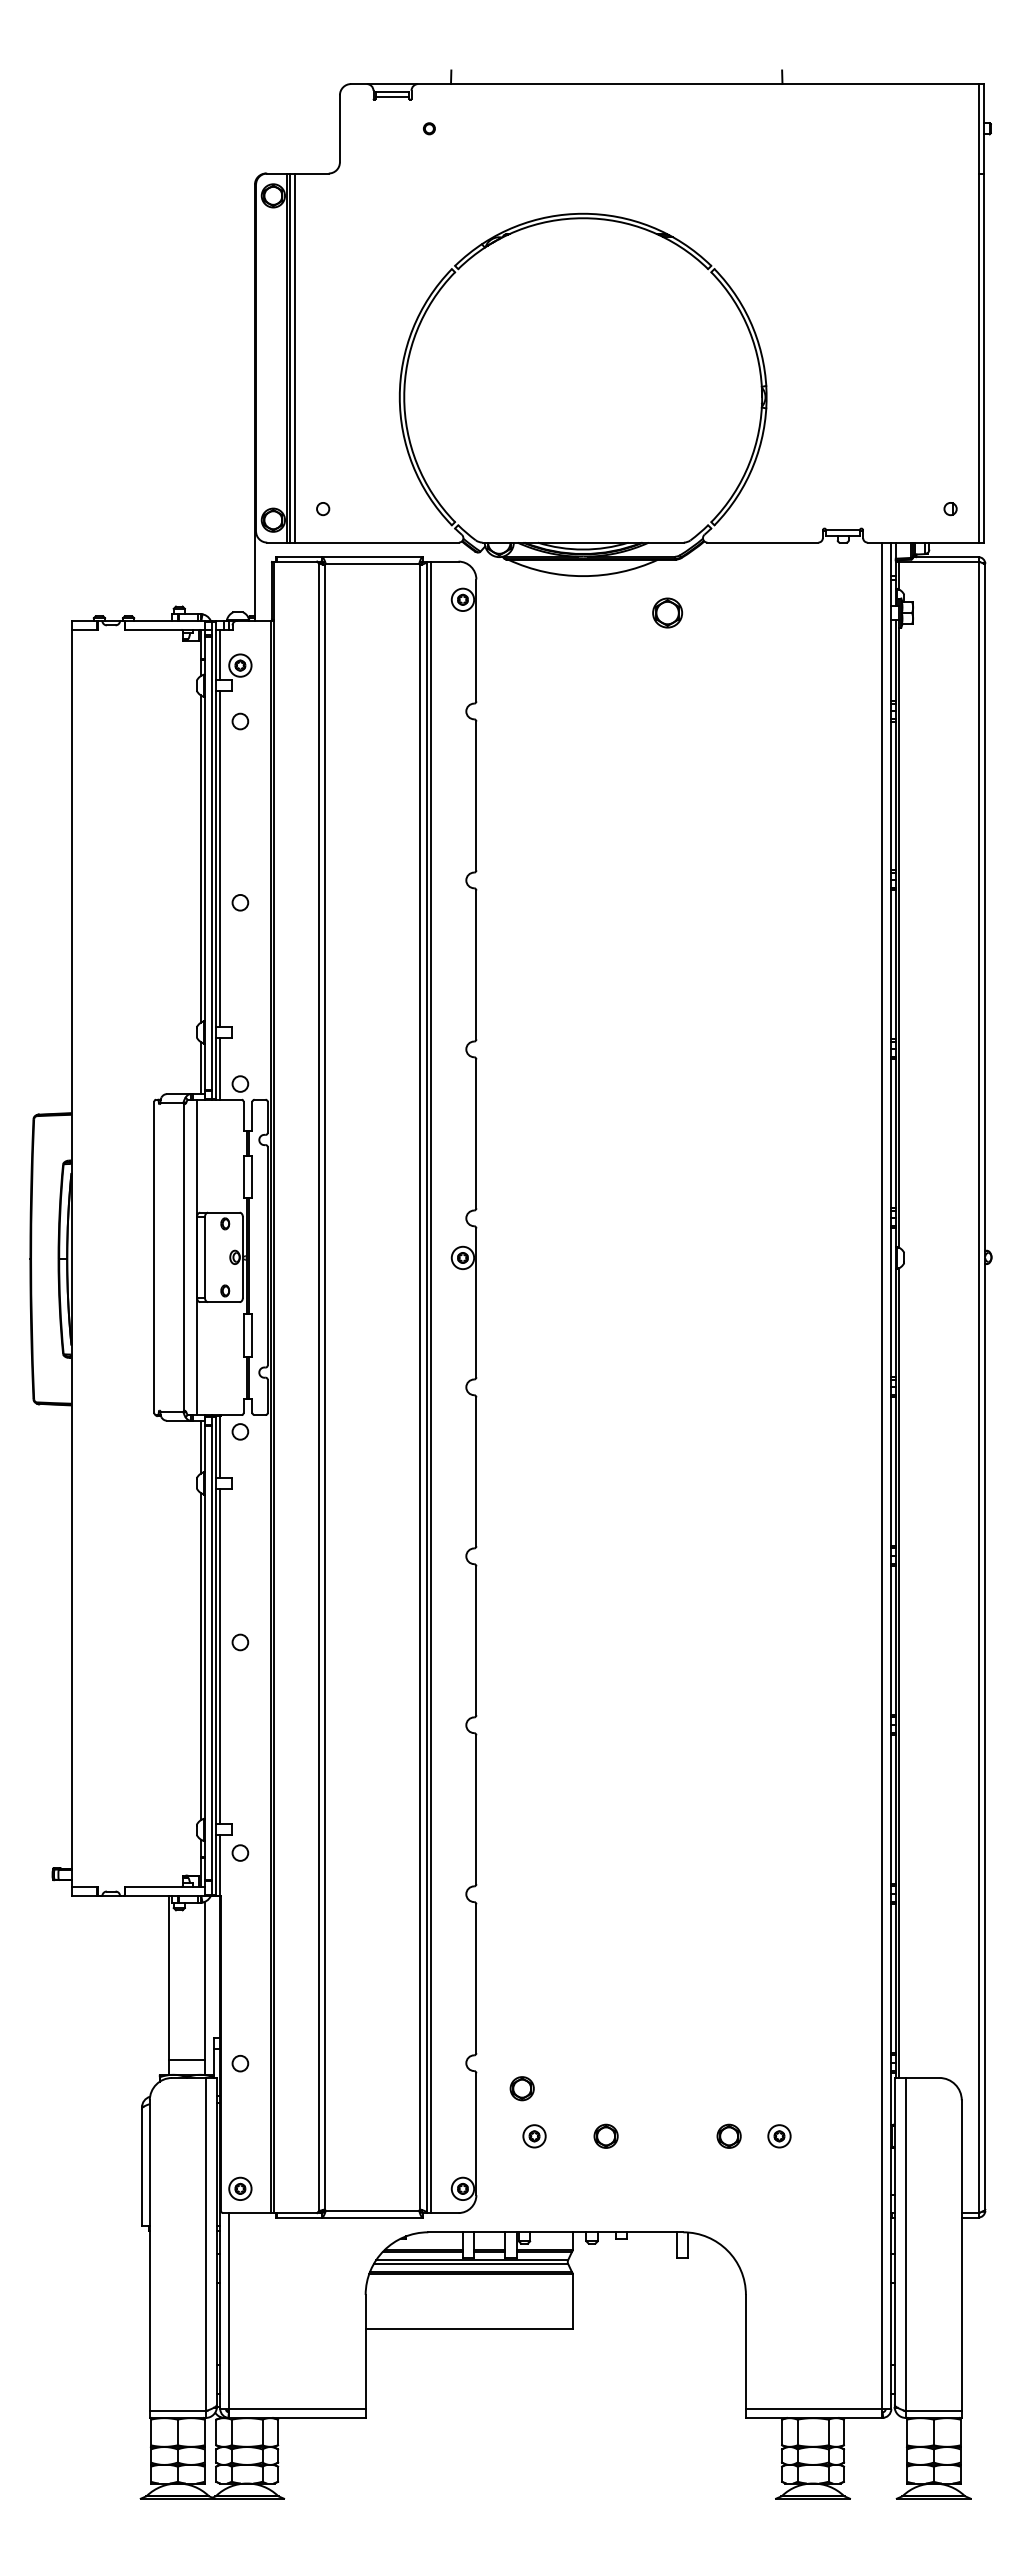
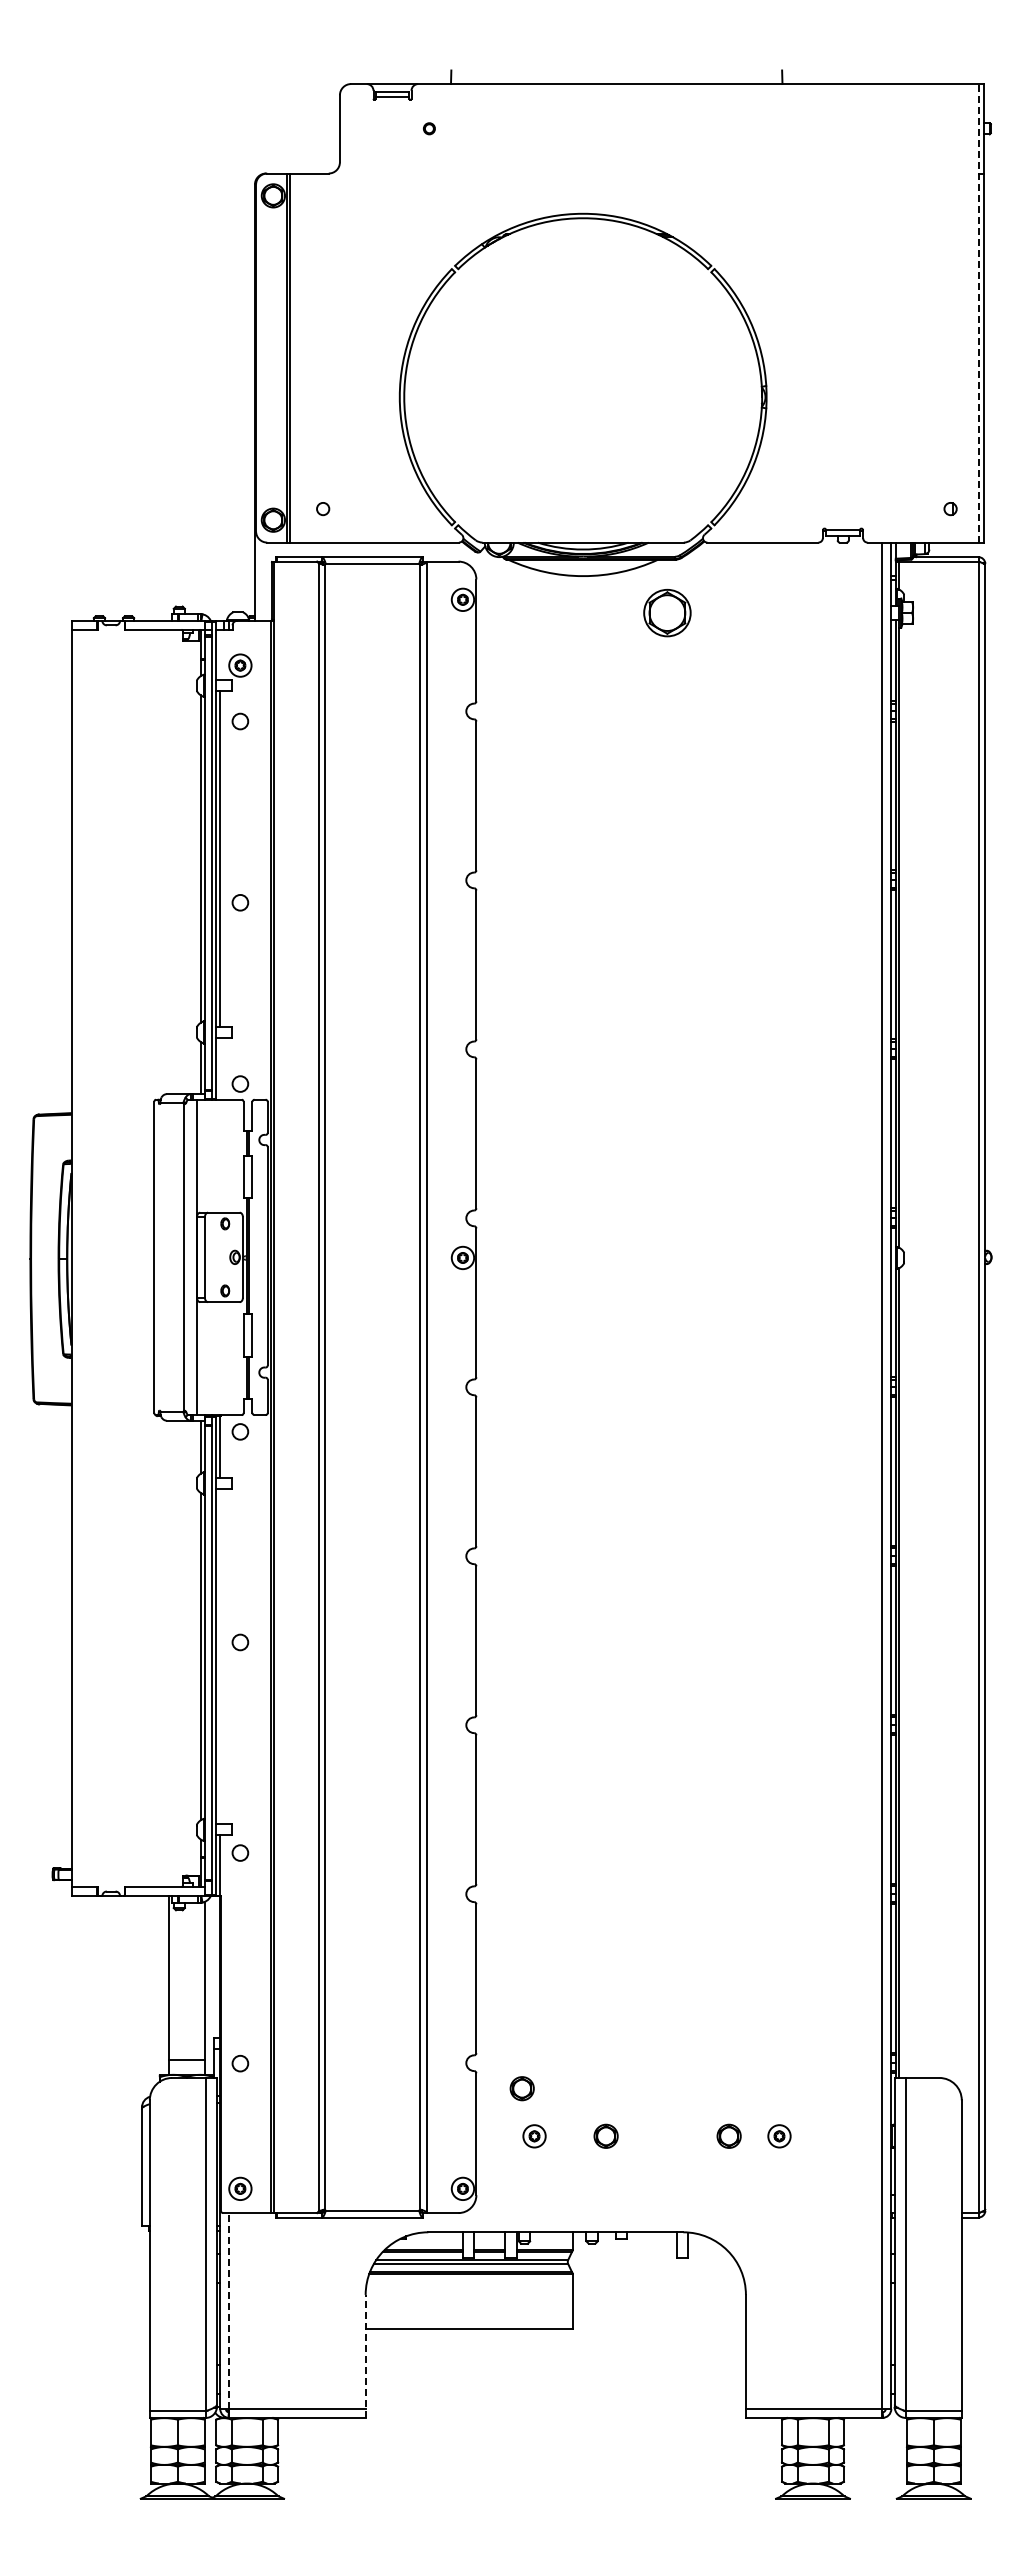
line at (978, 312): solid -> dashed
line at (295, 357): present -> none
part at (667, 612) size: 32x32 px -> 49x49 px
line at (219, 654): present -> none
line at (219, 1068): present -> none
line at (430, 1387): present -> none
line at (219, 1656): present -> none
line at (229, 2311): solid -> dashed
line at (365, 2356): solid -> dashed
